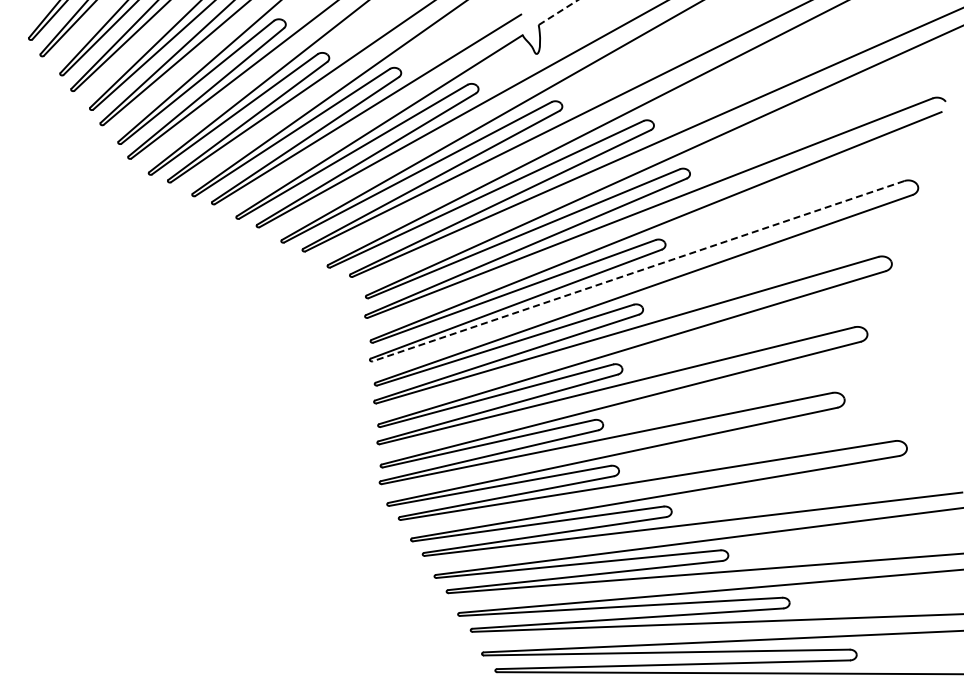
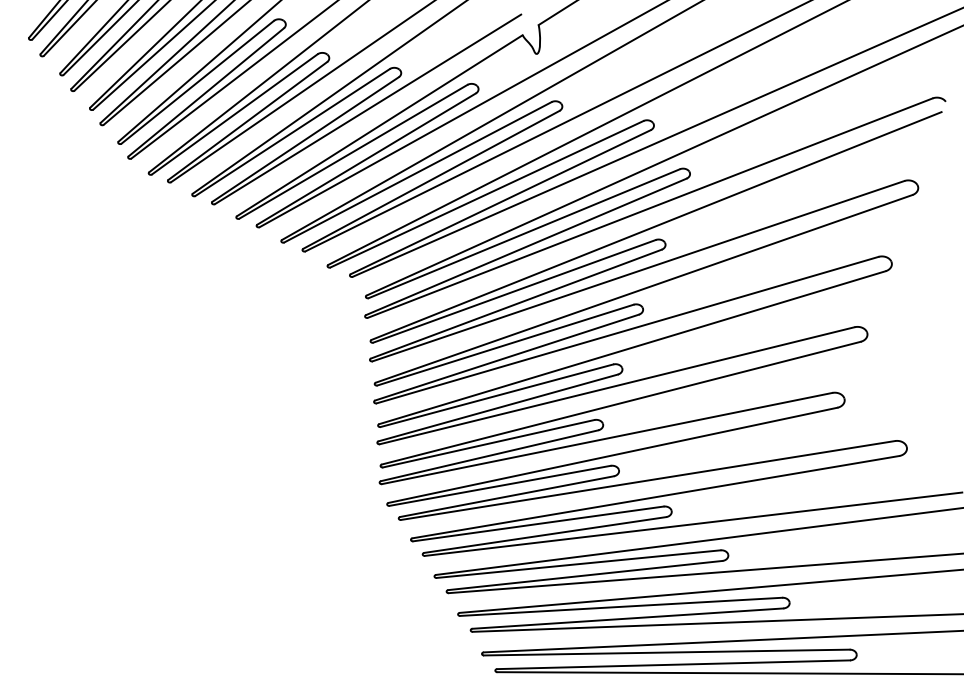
line at (558, 12): dashed -> solid
line at (638, 271): dashed -> solid
